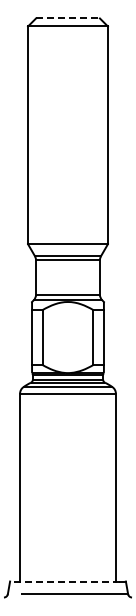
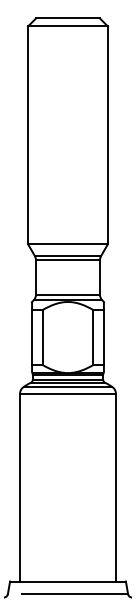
line at (67, 18): dashed -> solid
line at (65, 581): dashed -> solid
